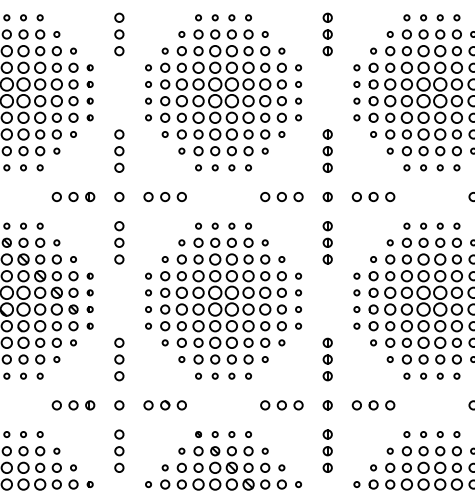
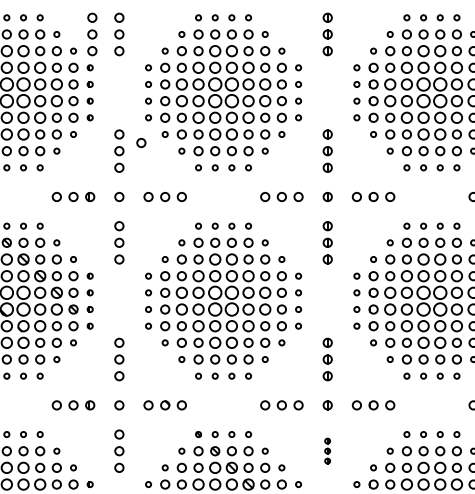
part at (92, 34): none -> present
circle at (141, 143): none -> present
part at (327, 450) size: 11x44 px -> 7x28 px
